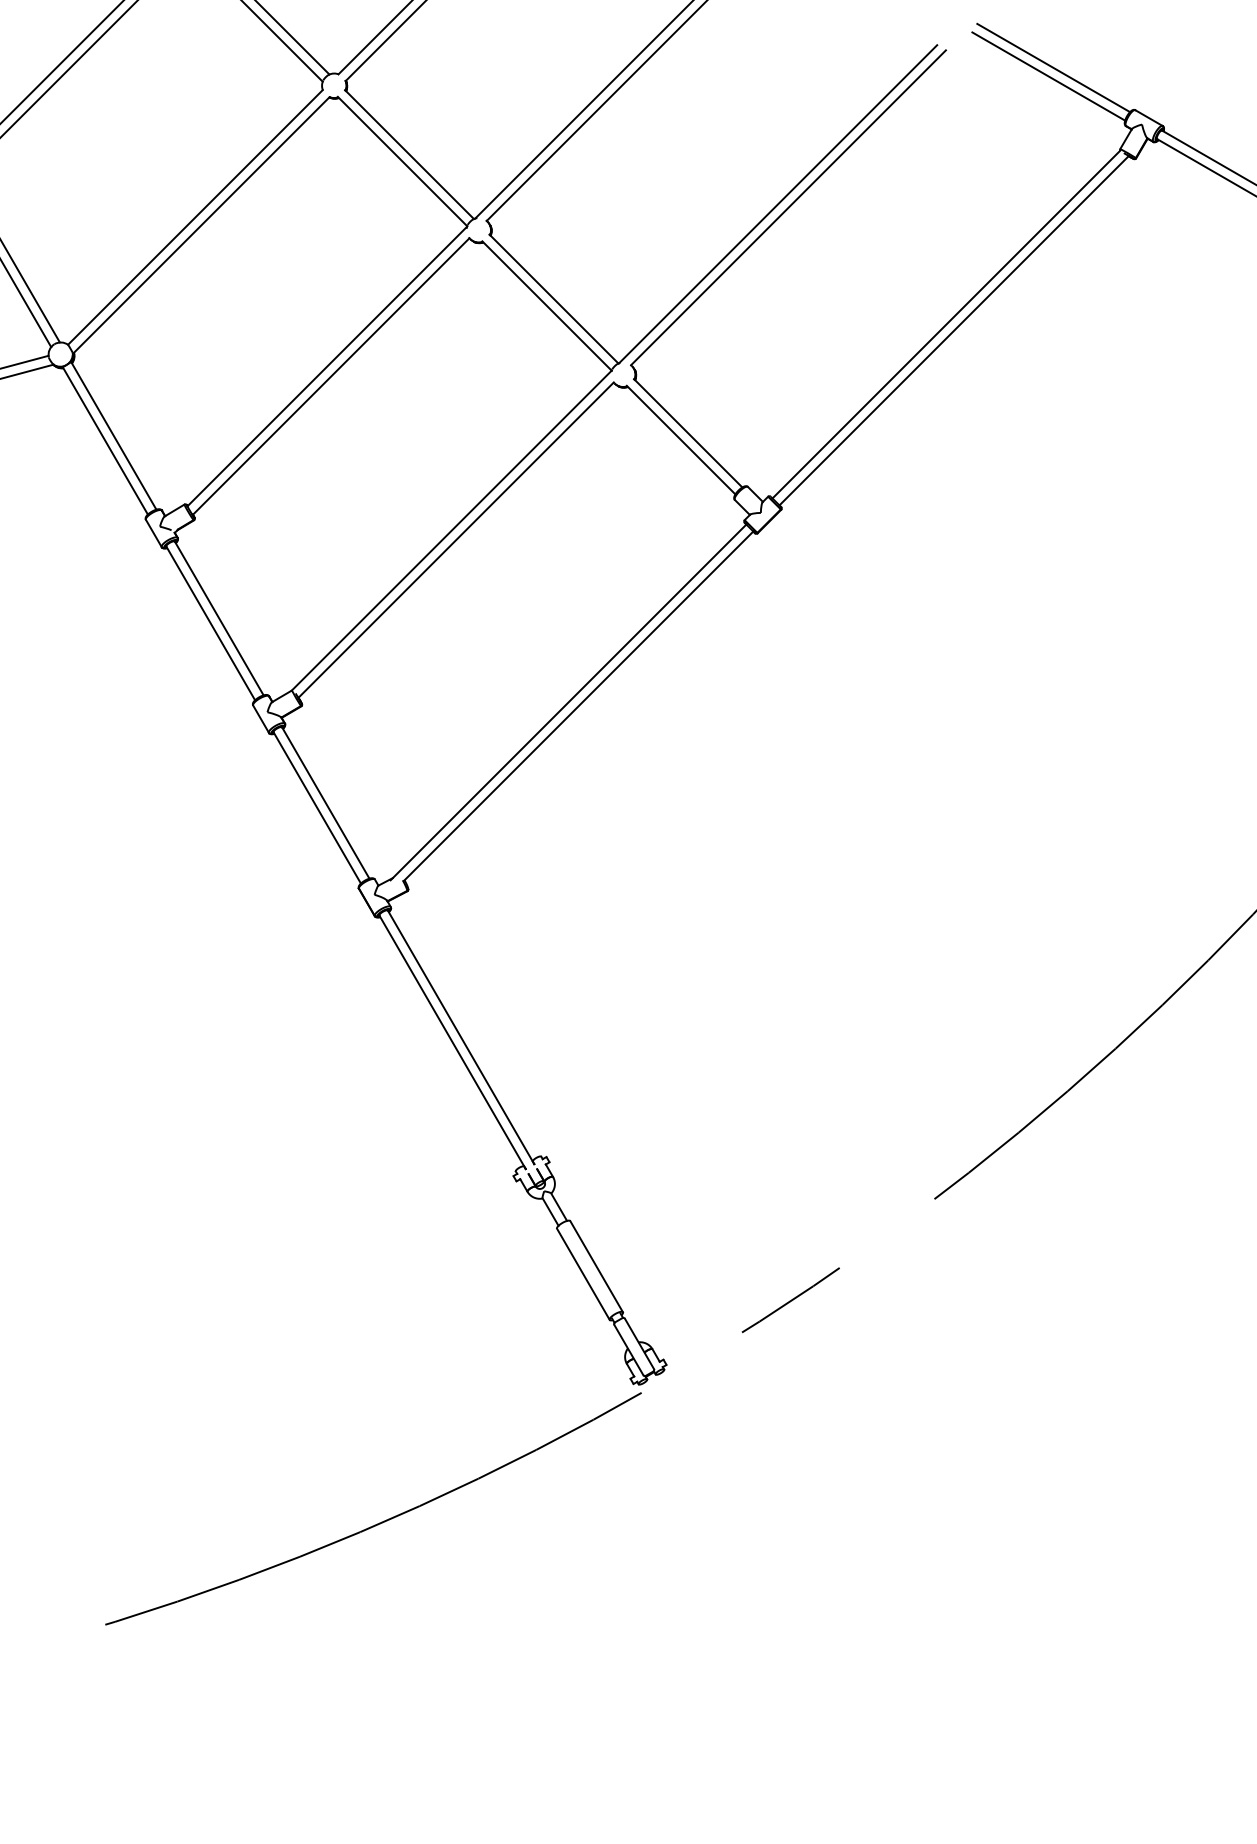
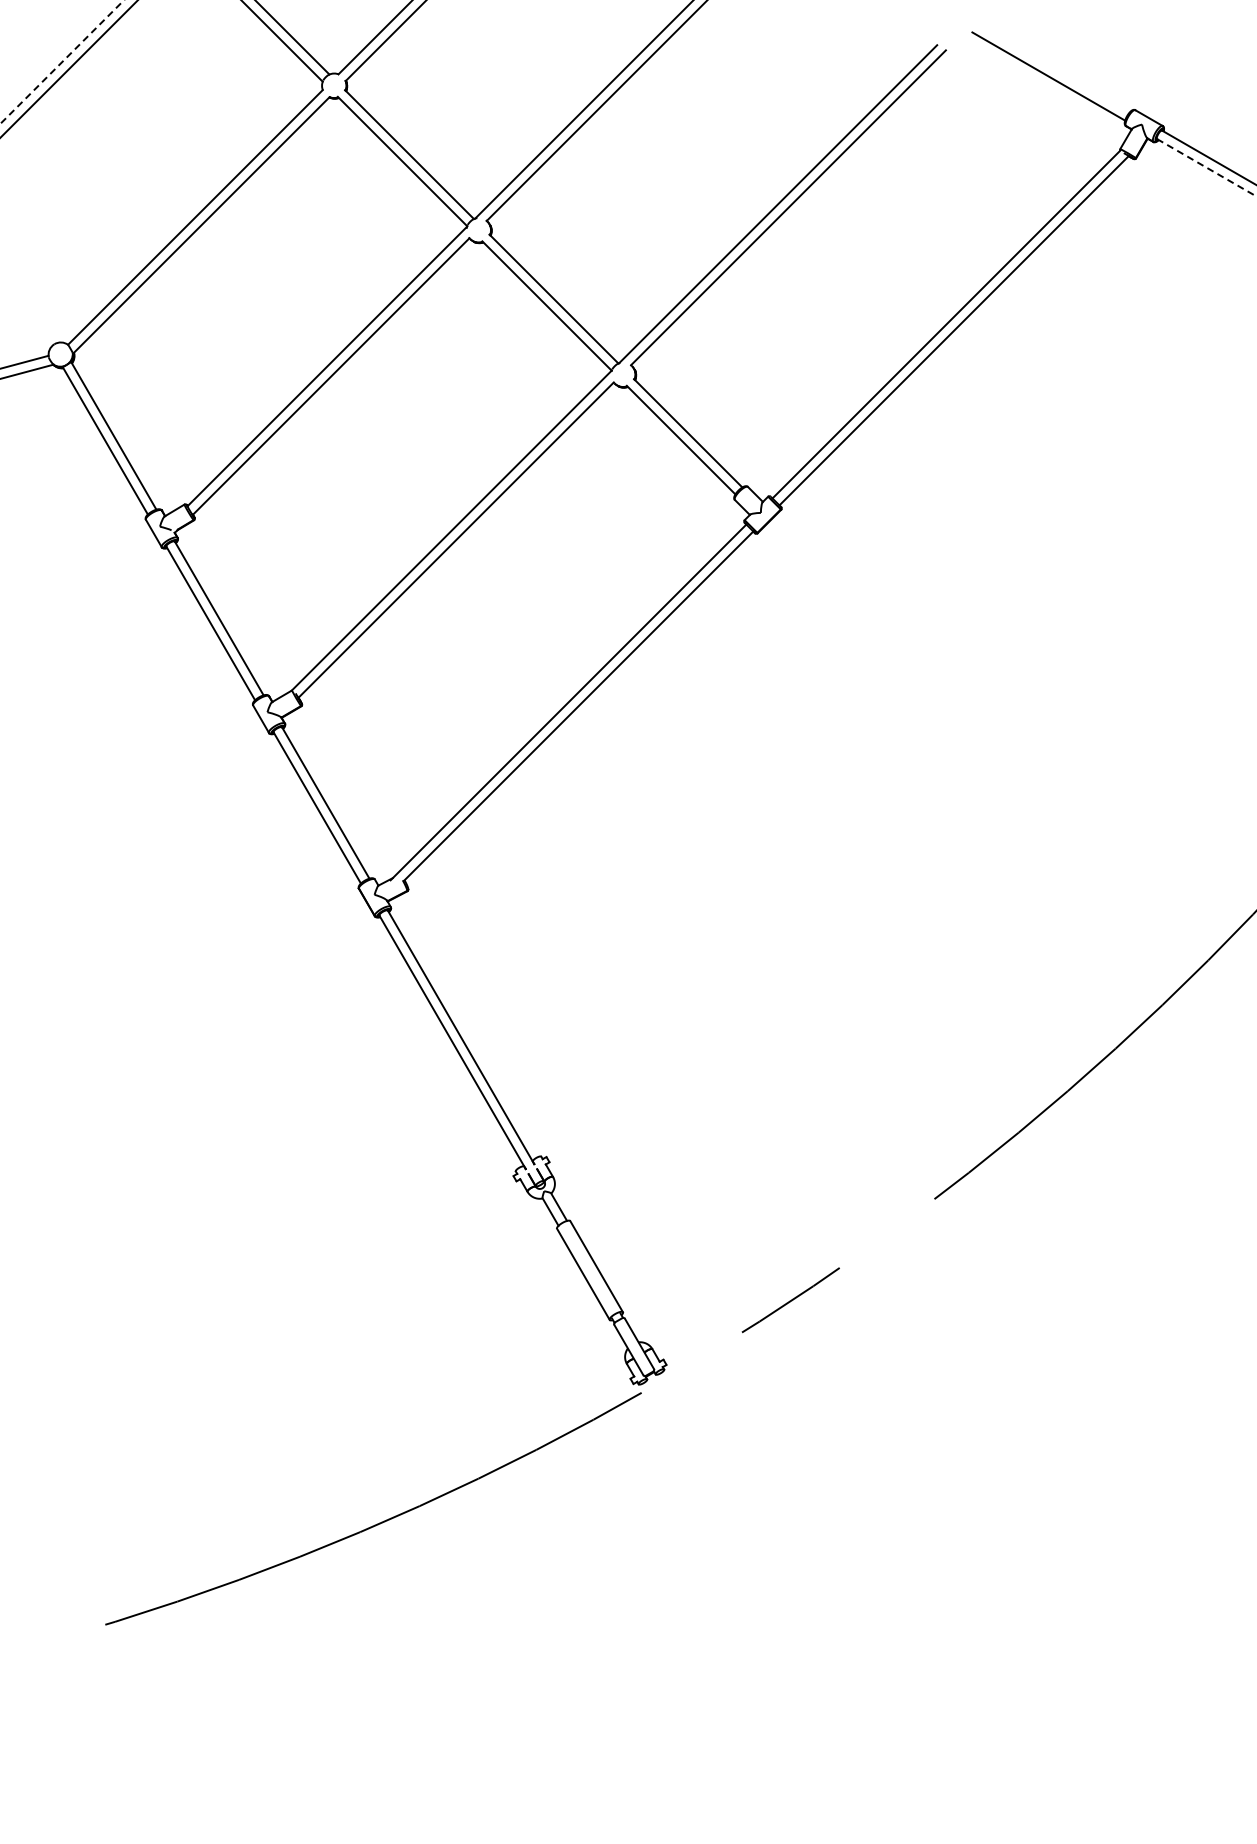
line at (61, 62): solid -> dashed
line at (1053, 67): present -> none
line at (1207, 168): solid -> dashed
line at (30, 292): present -> none
line at (26, 304): present -> none
